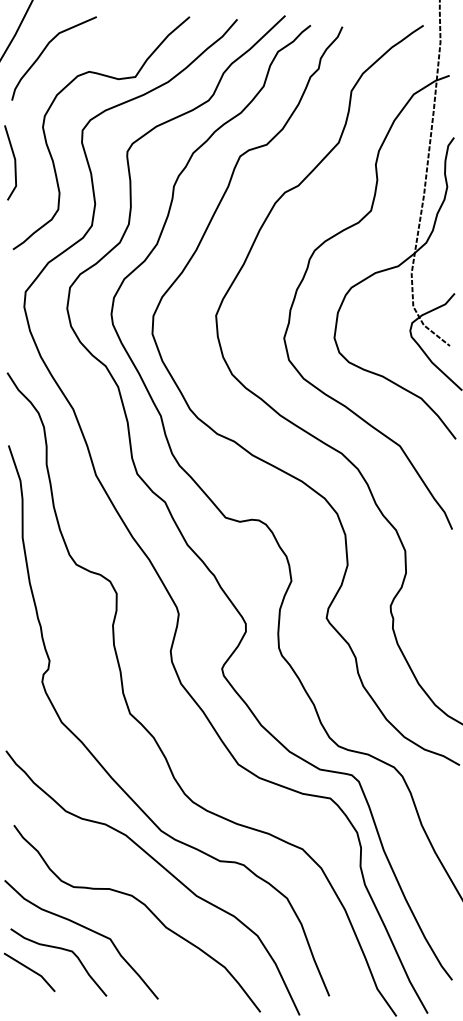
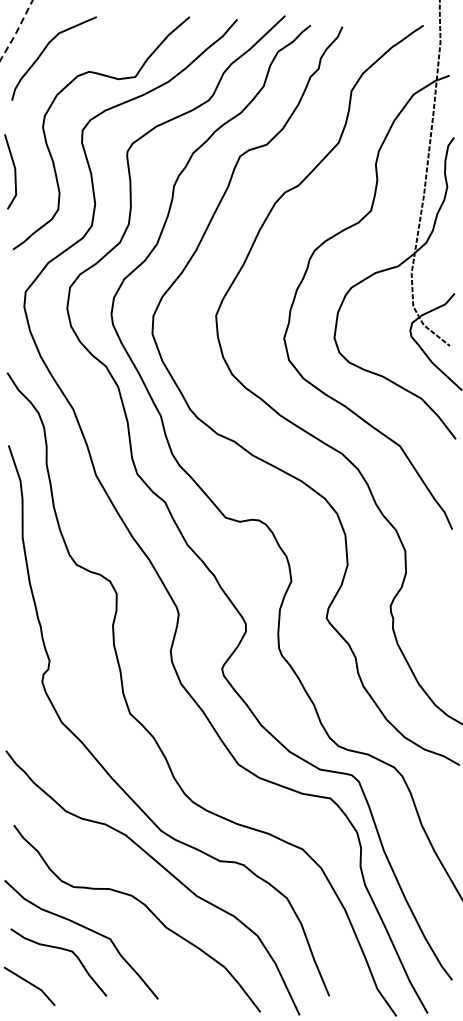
line at (17, 31): solid -> dashed
line at (14, 162) position: (14, 162) -> (14, 171)
line at (30, 970) position: (30, 970) -> (30, 984)
